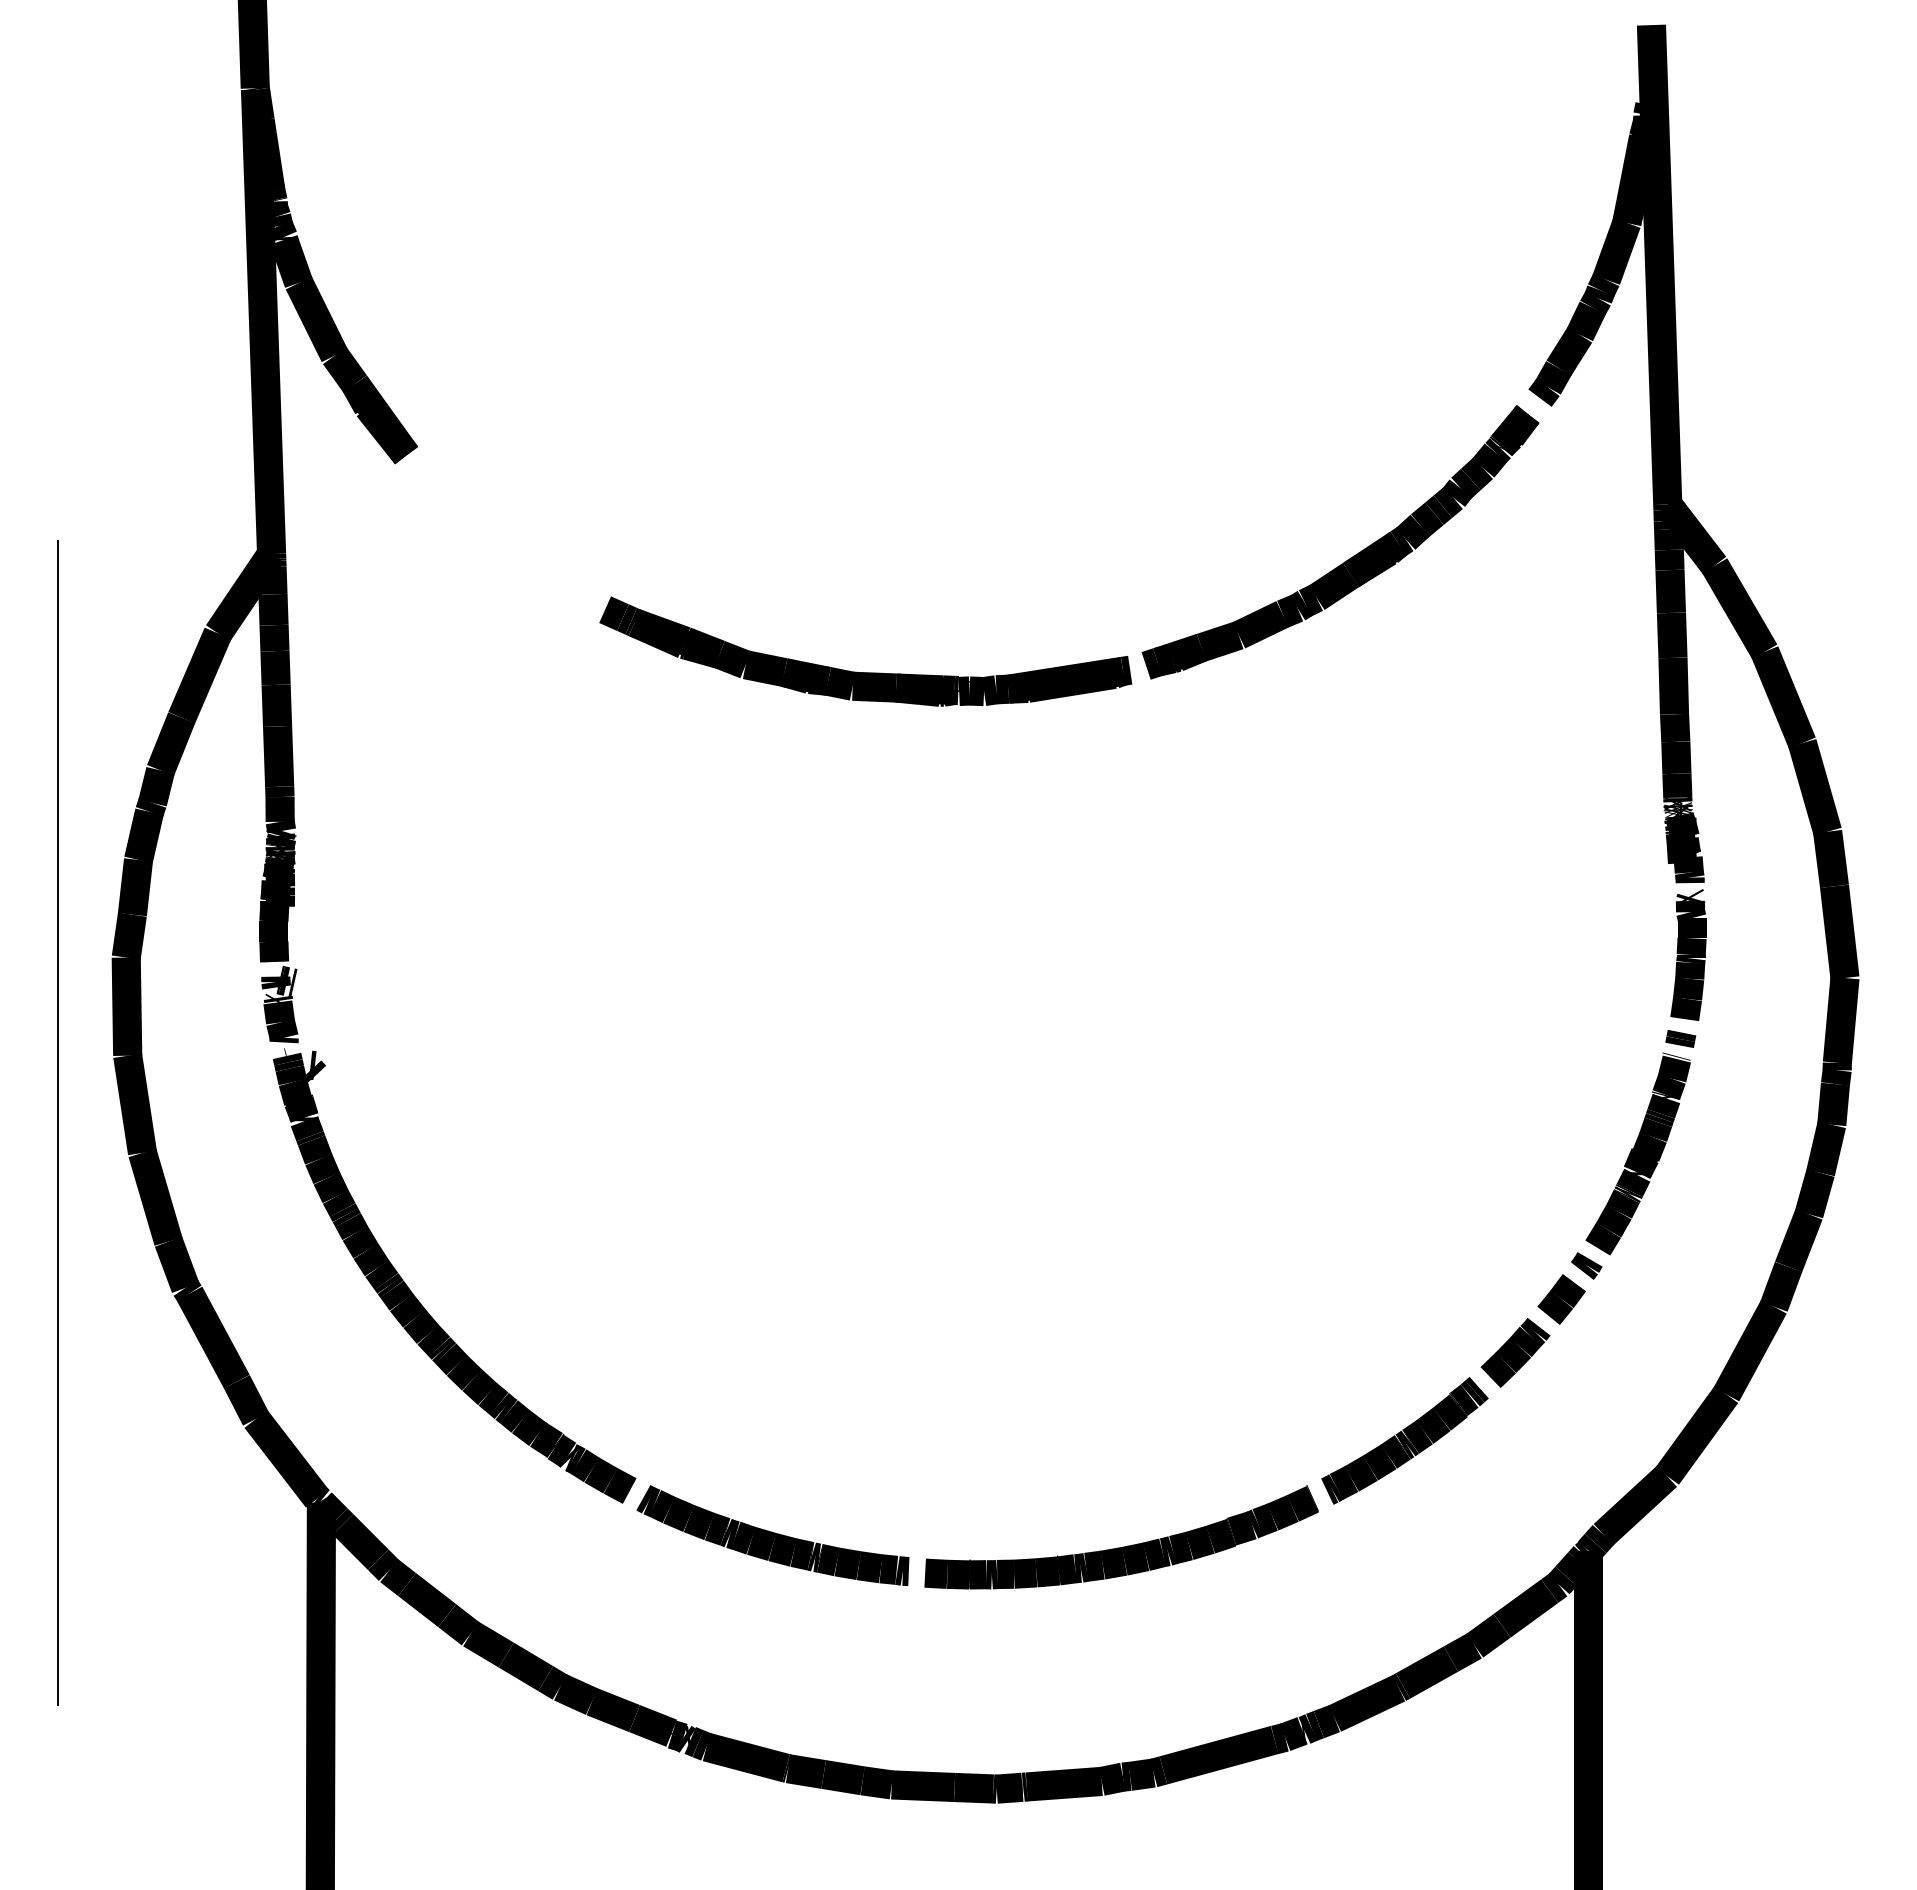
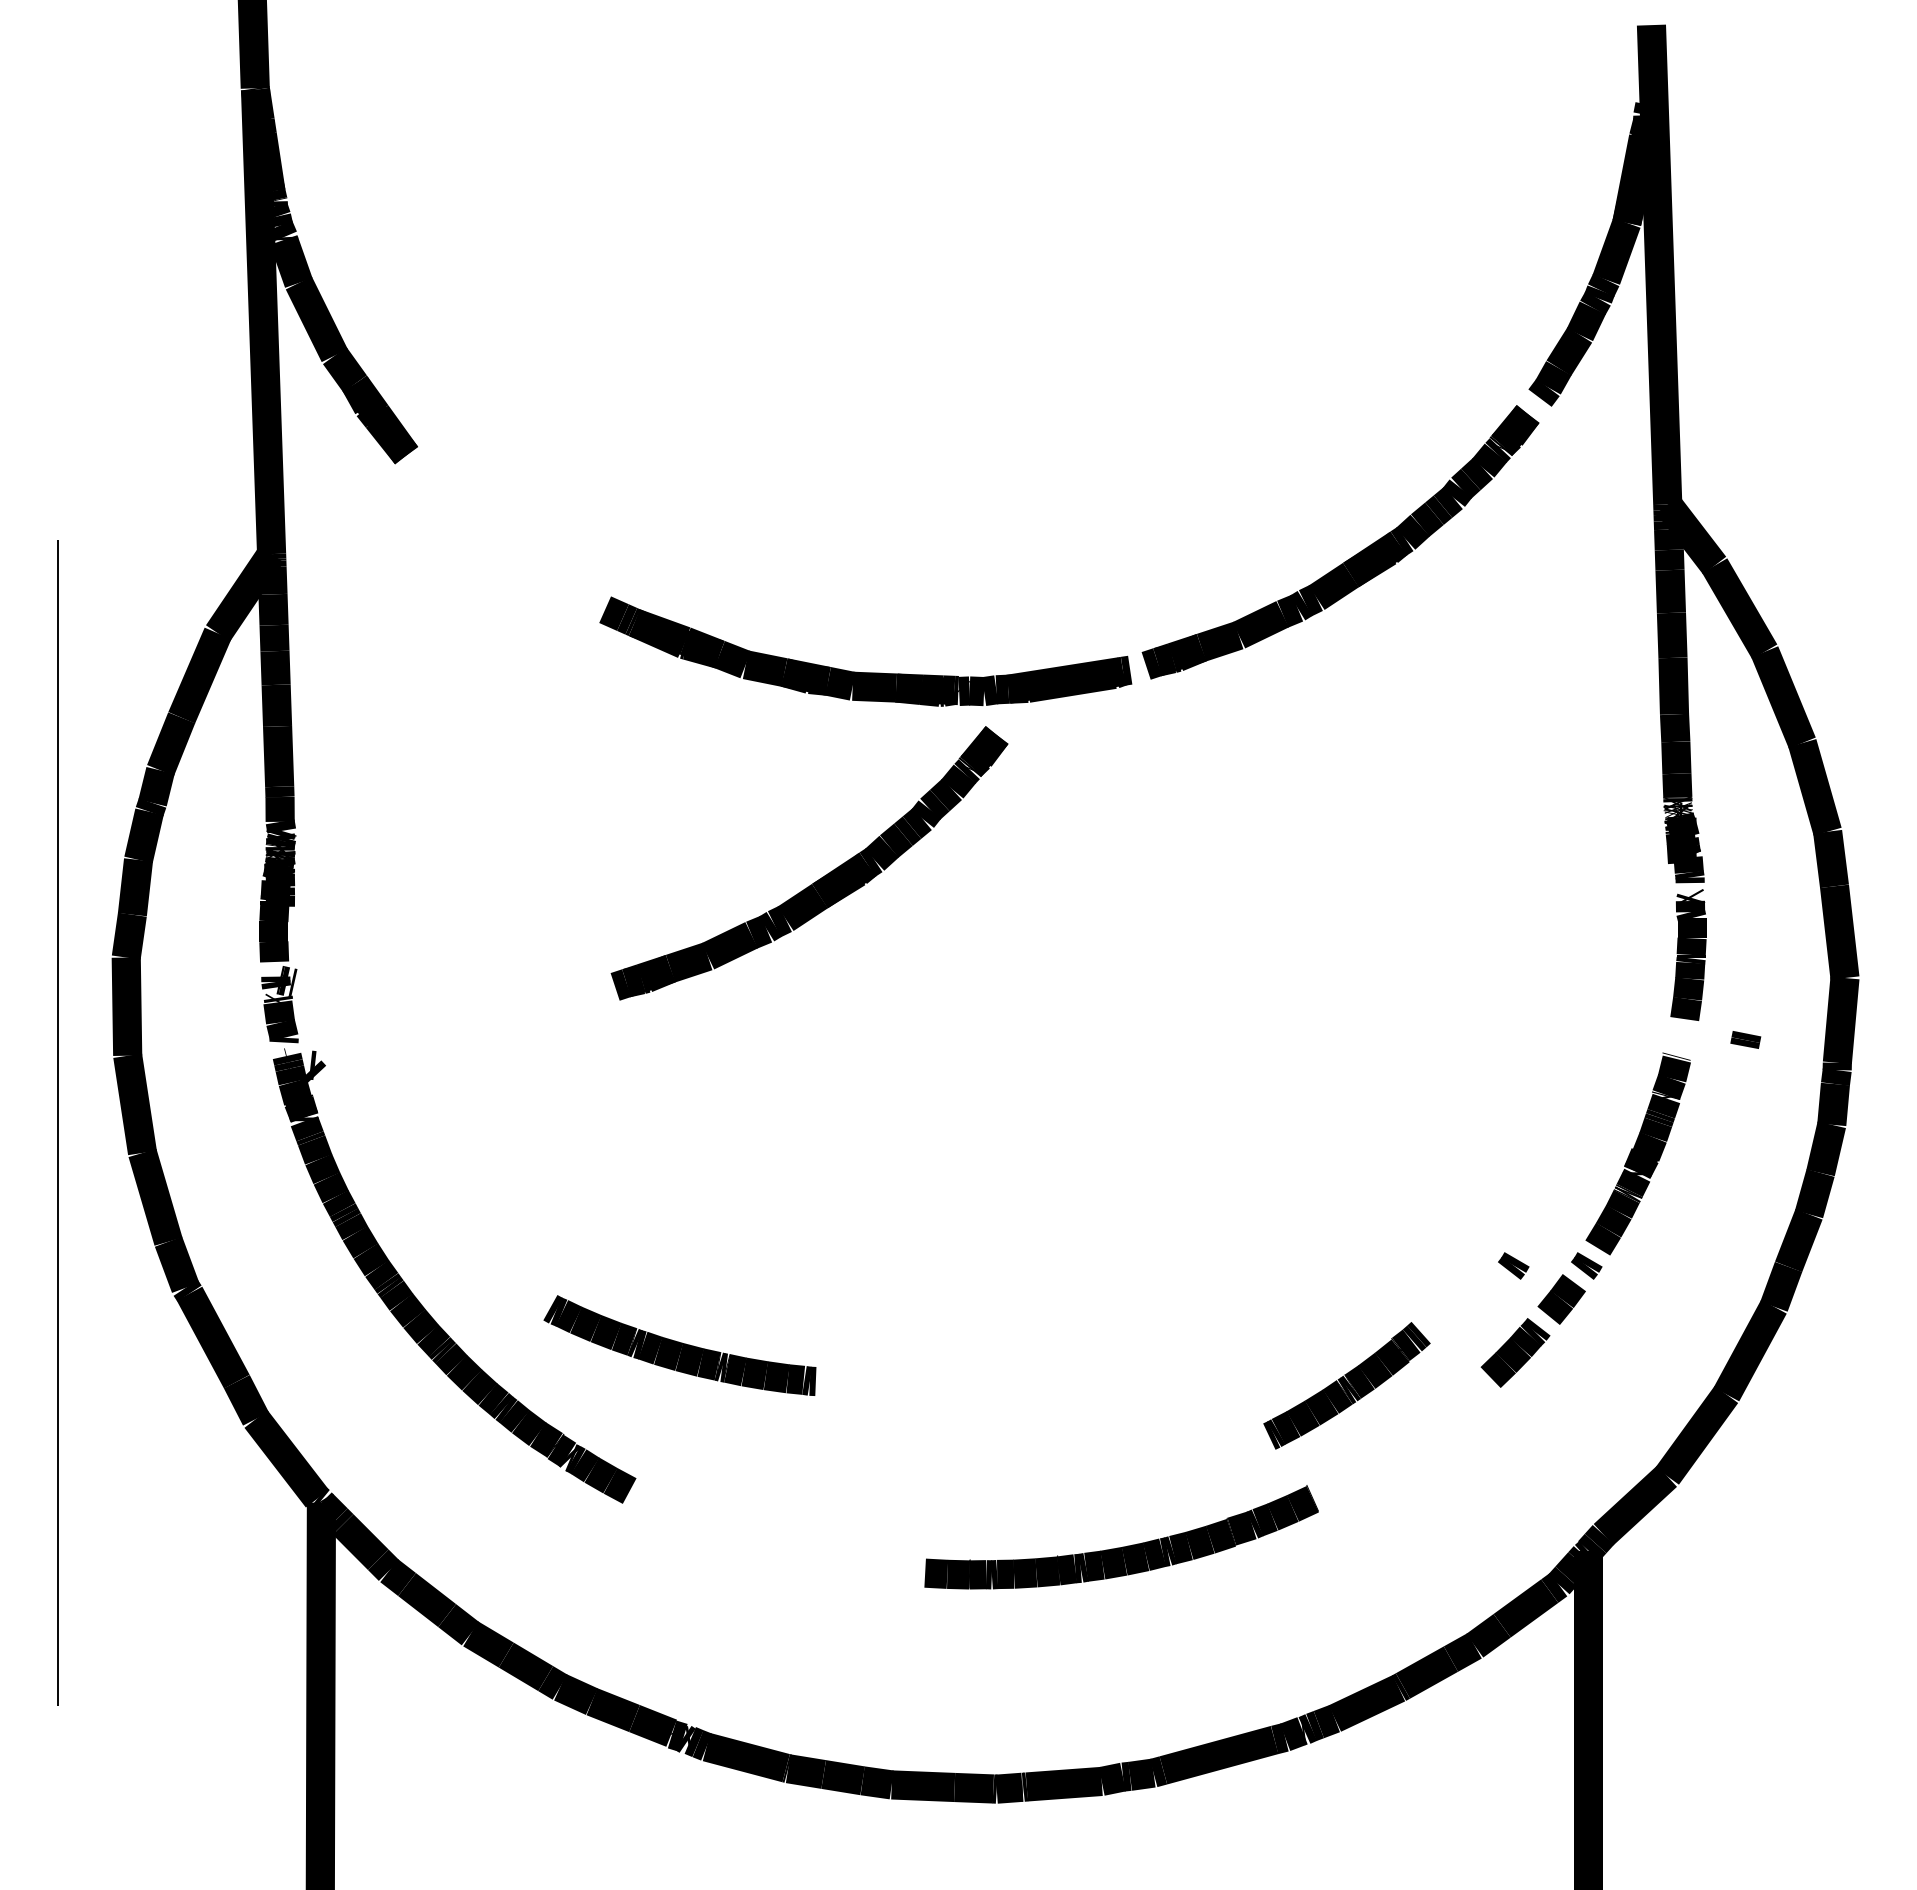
part at (819, 878): none -> present
part at (1680, 1038) position: (1680, 1038) -> (1745, 1039)
part at (1513, 1265): none -> present
part at (1404, 1440) position: (1404, 1440) -> (1346, 1385)
part at (772, 1535) position: (772, 1535) -> (679, 1345)
